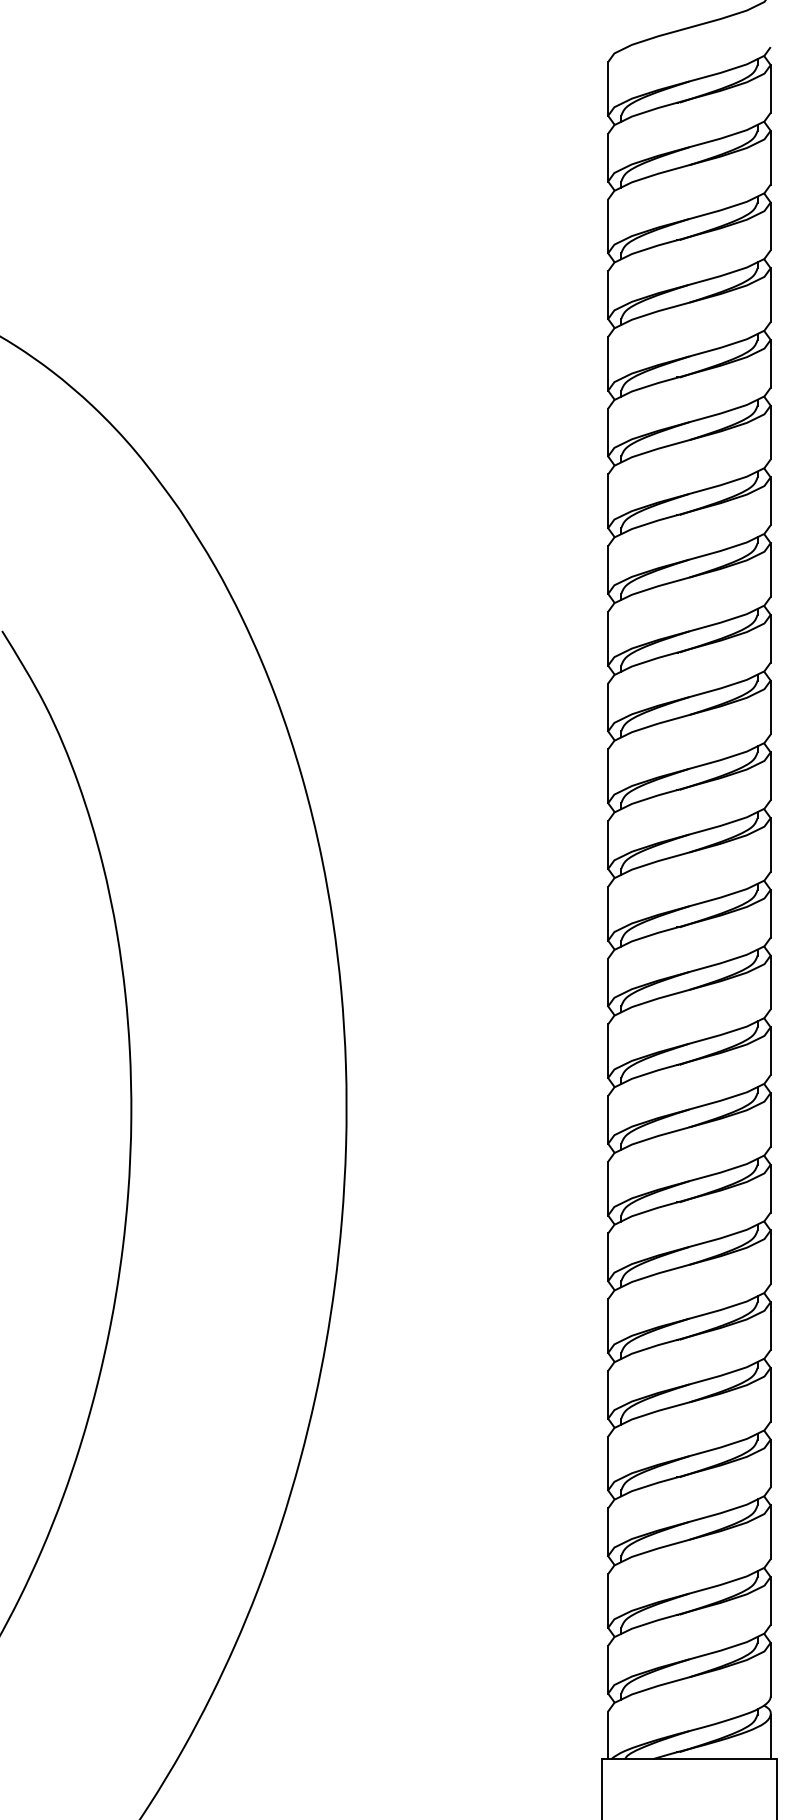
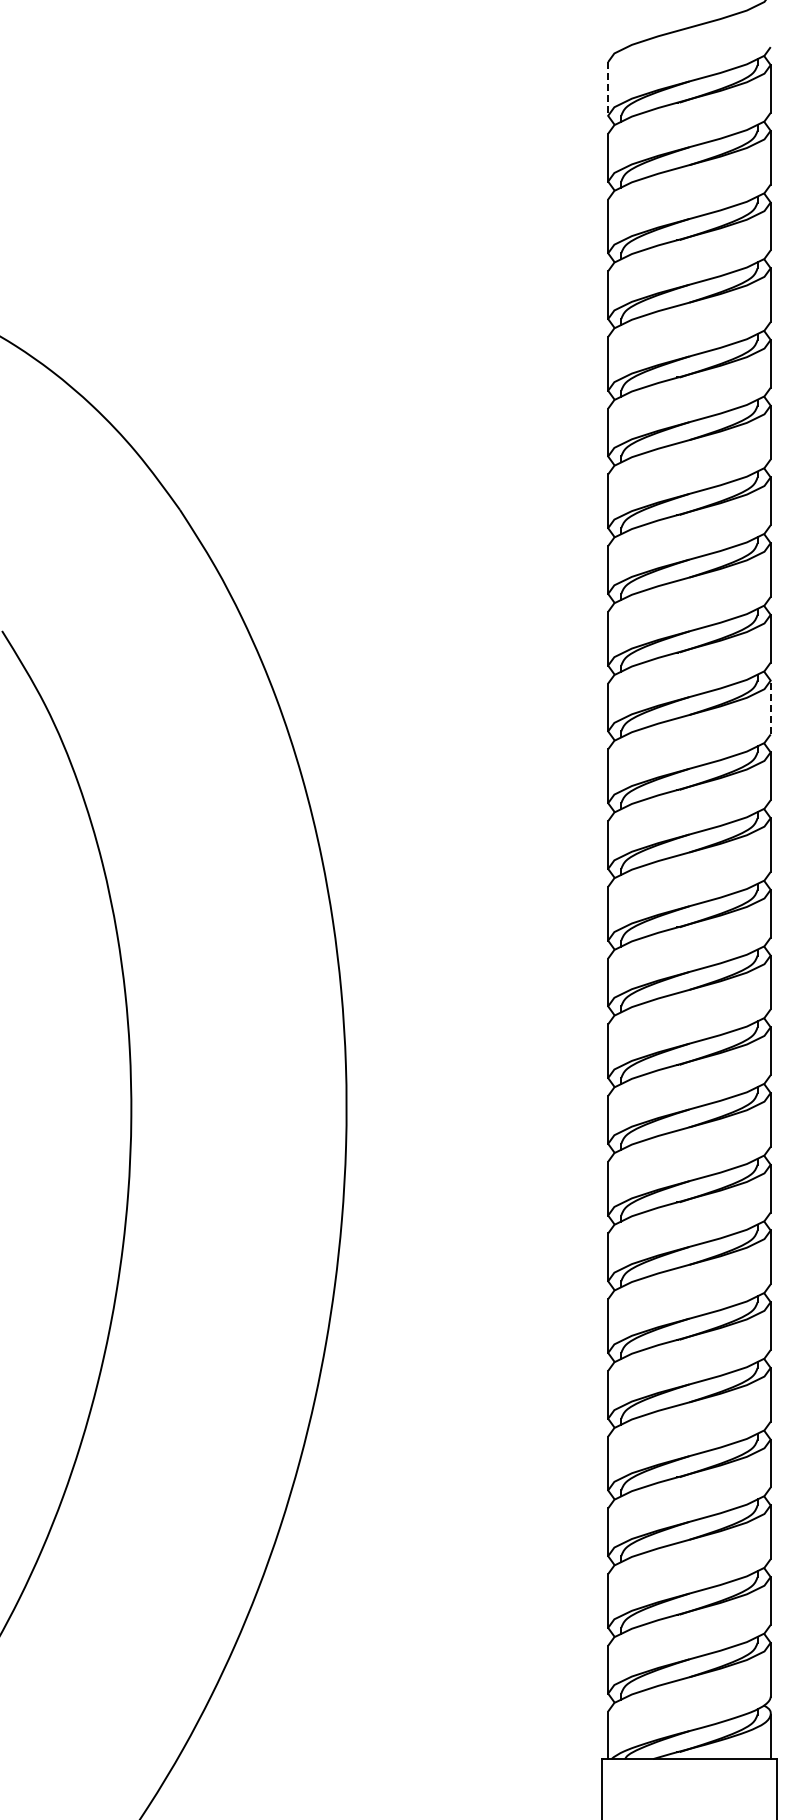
line at (608, 88): solid -> dashed
line at (770, 707): solid -> dashed
